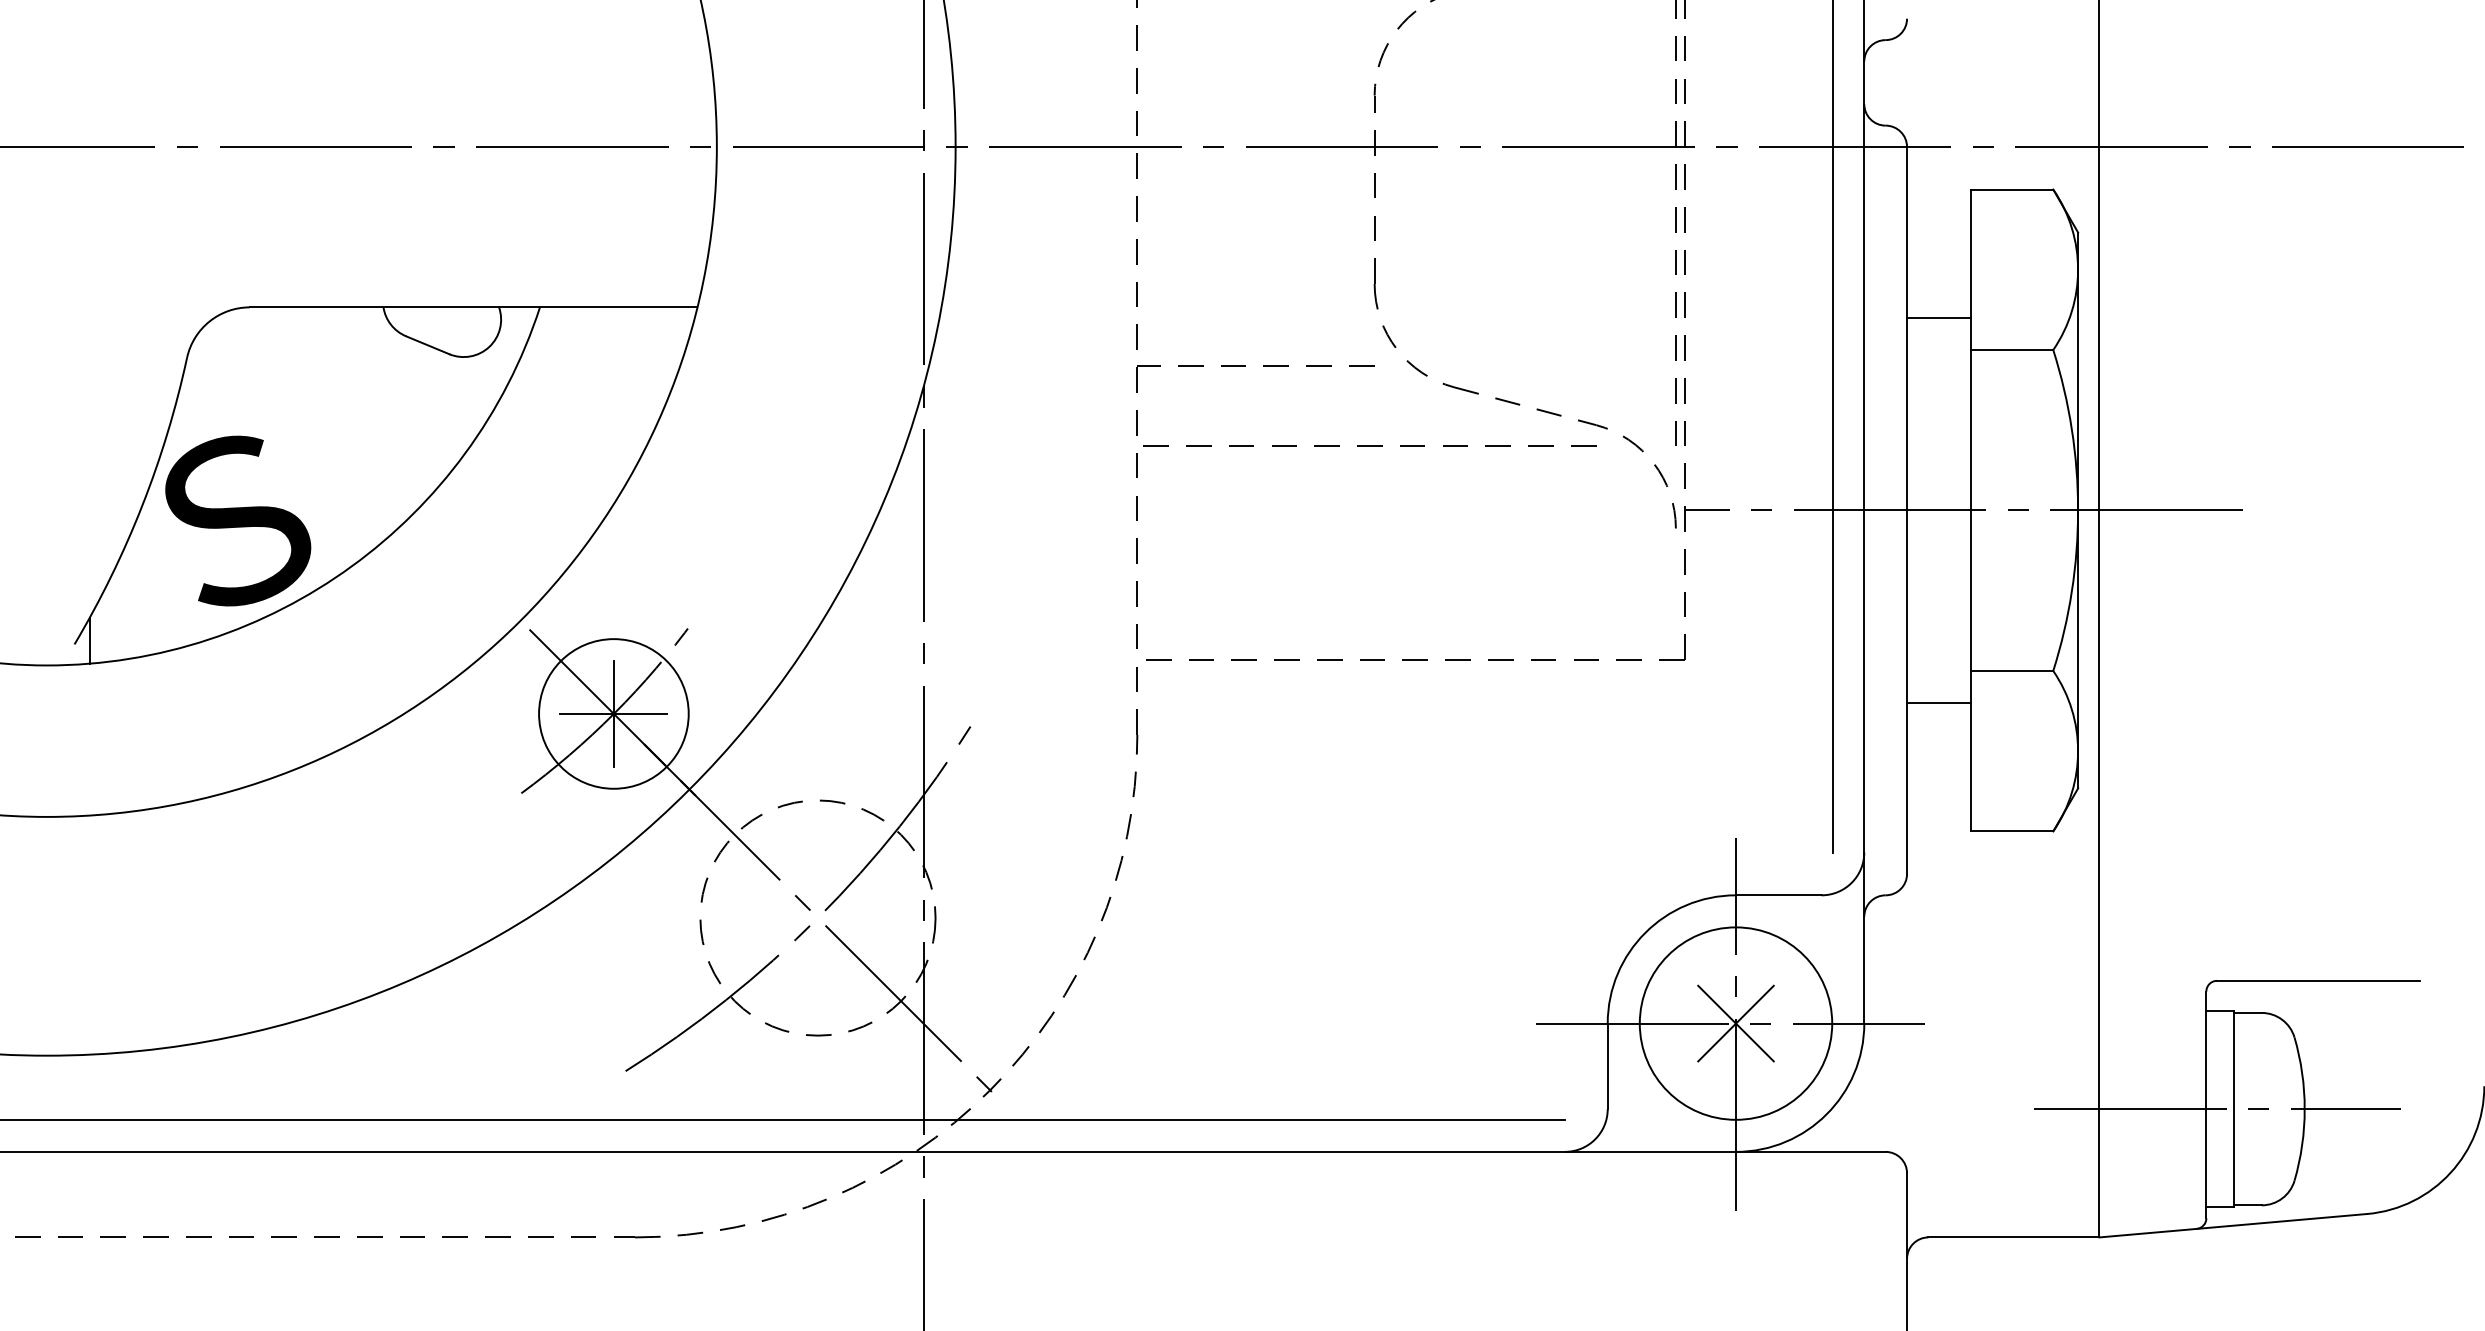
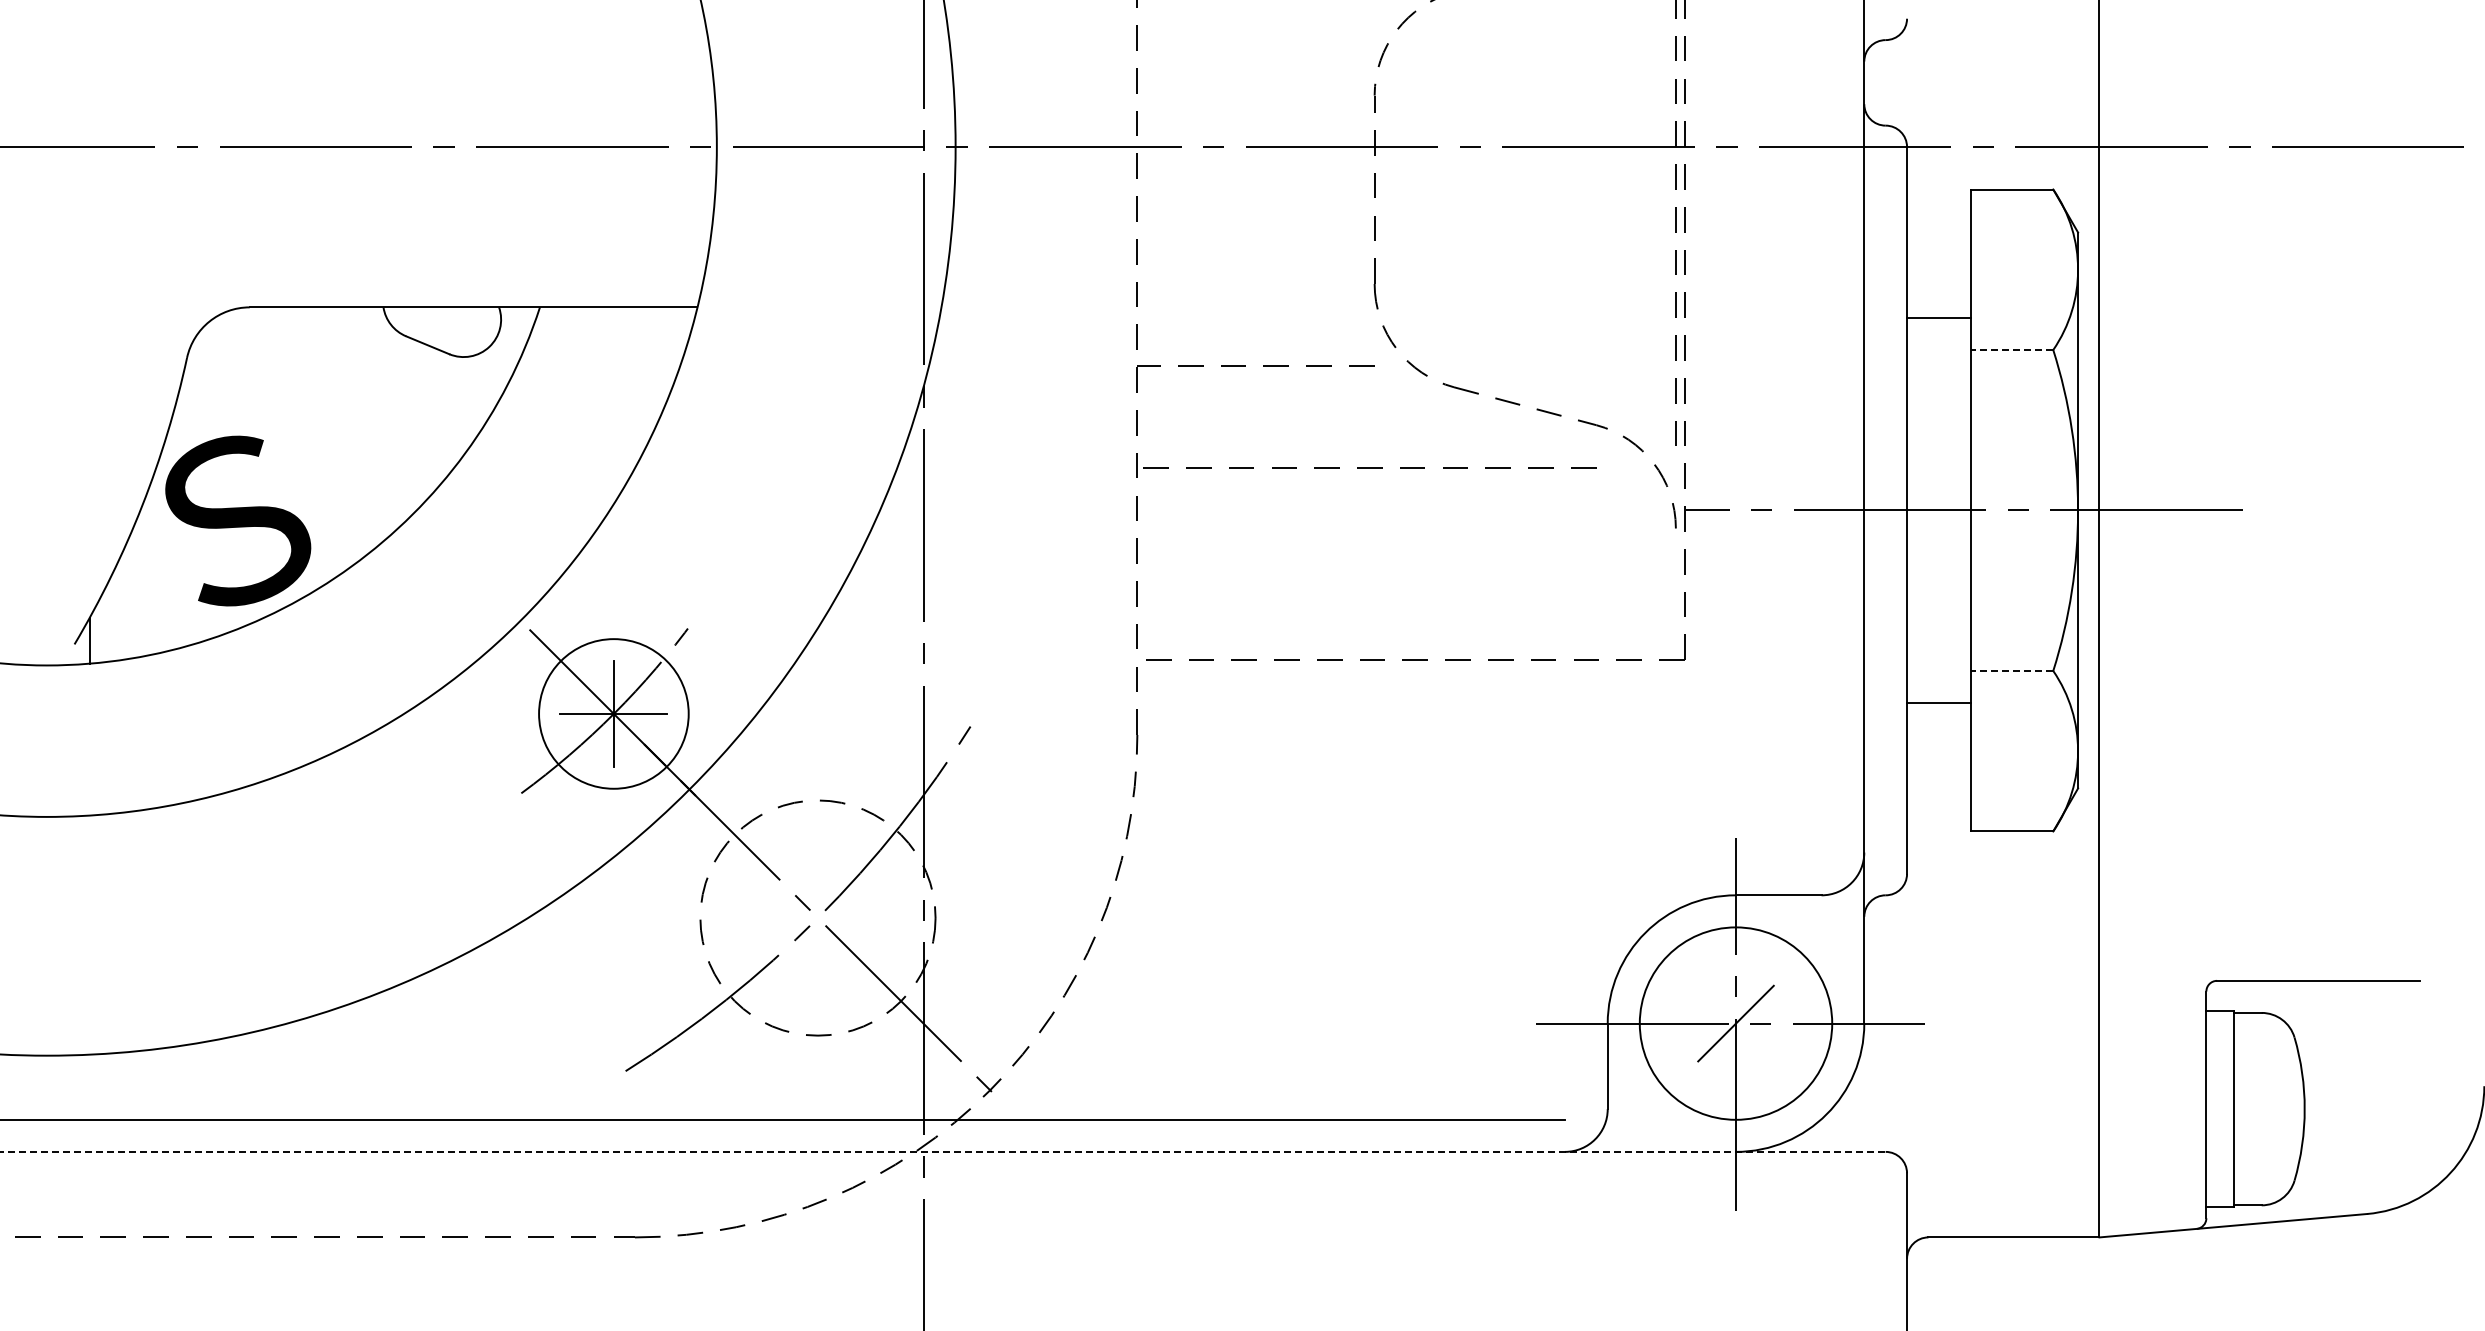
line at (2011, 350): solid -> dashed
line at (1832, 427): present -> none
line at (1369, 445) position: (1369, 445) -> (1369, 467)
line at (2011, 670): solid -> dashed
line at (1735, 1023): present -> none
line at (2217, 1109): present -> none
line at (943, 1151): solid -> dashed
